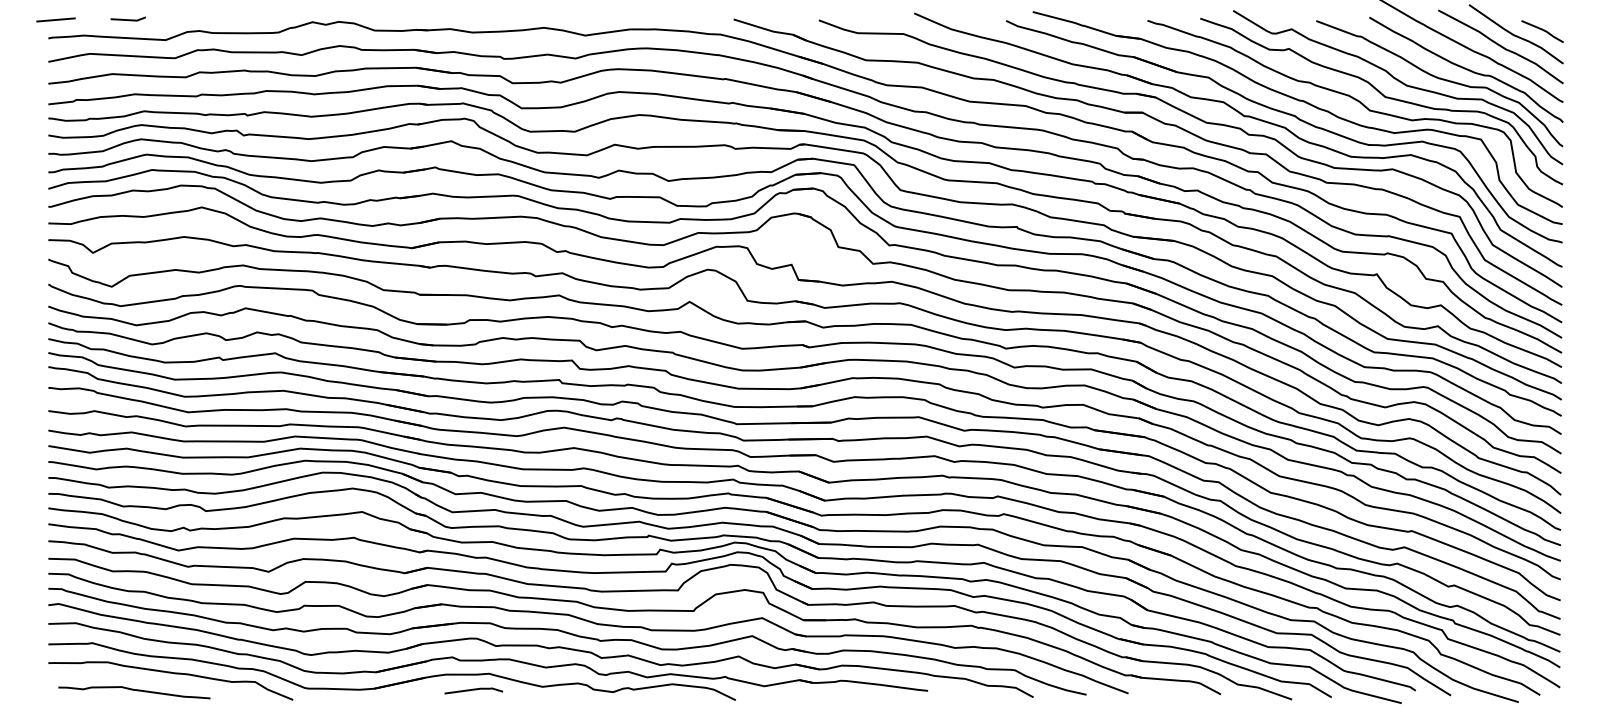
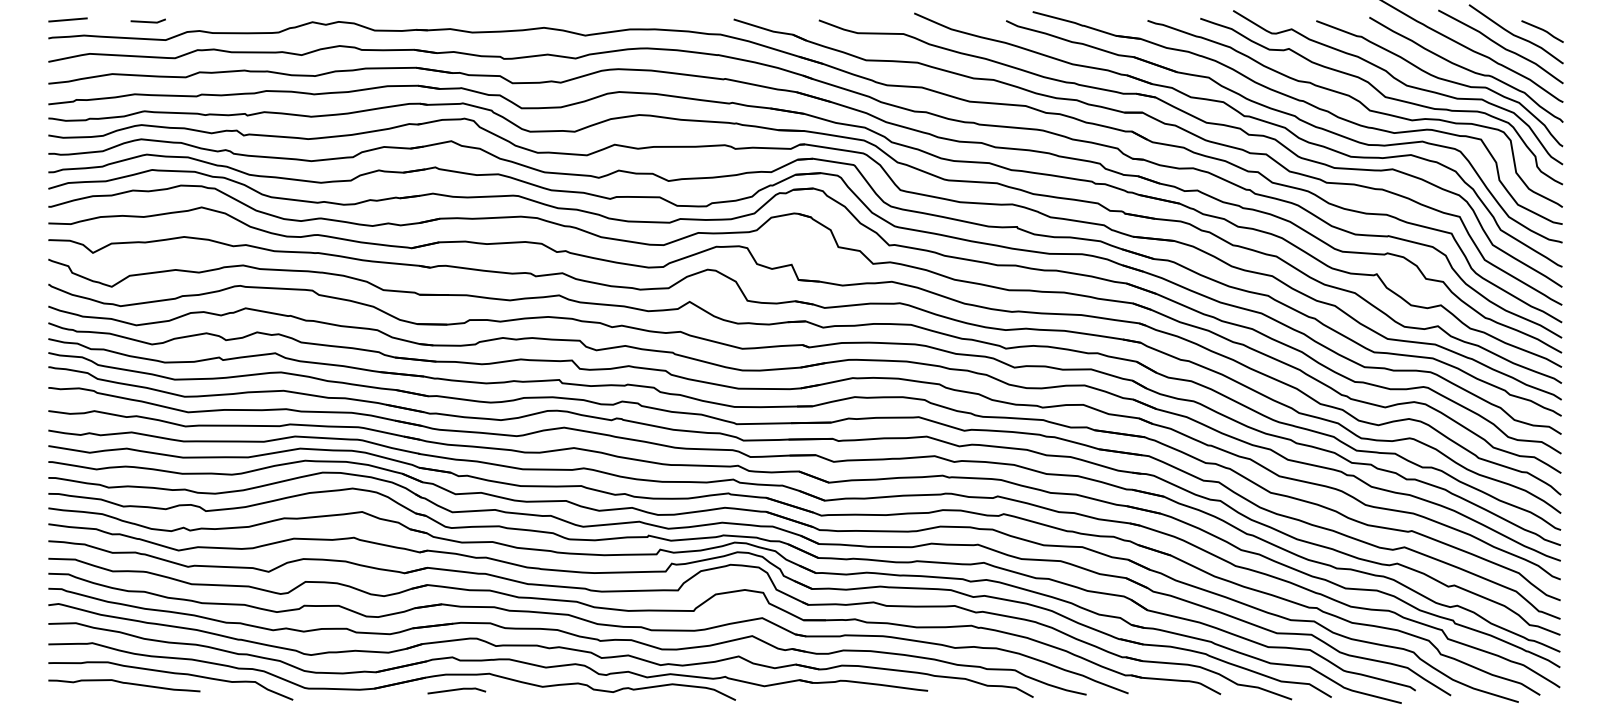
line at (55, 19) position: (55, 19) -> (67, 19)
line at (127, 19) position: (127, 19) -> (147, 21)
curve at (134, 690) position: (134, 690) -> (124, 683)
line at (473, 690) position: (473, 690) -> (456, 690)
